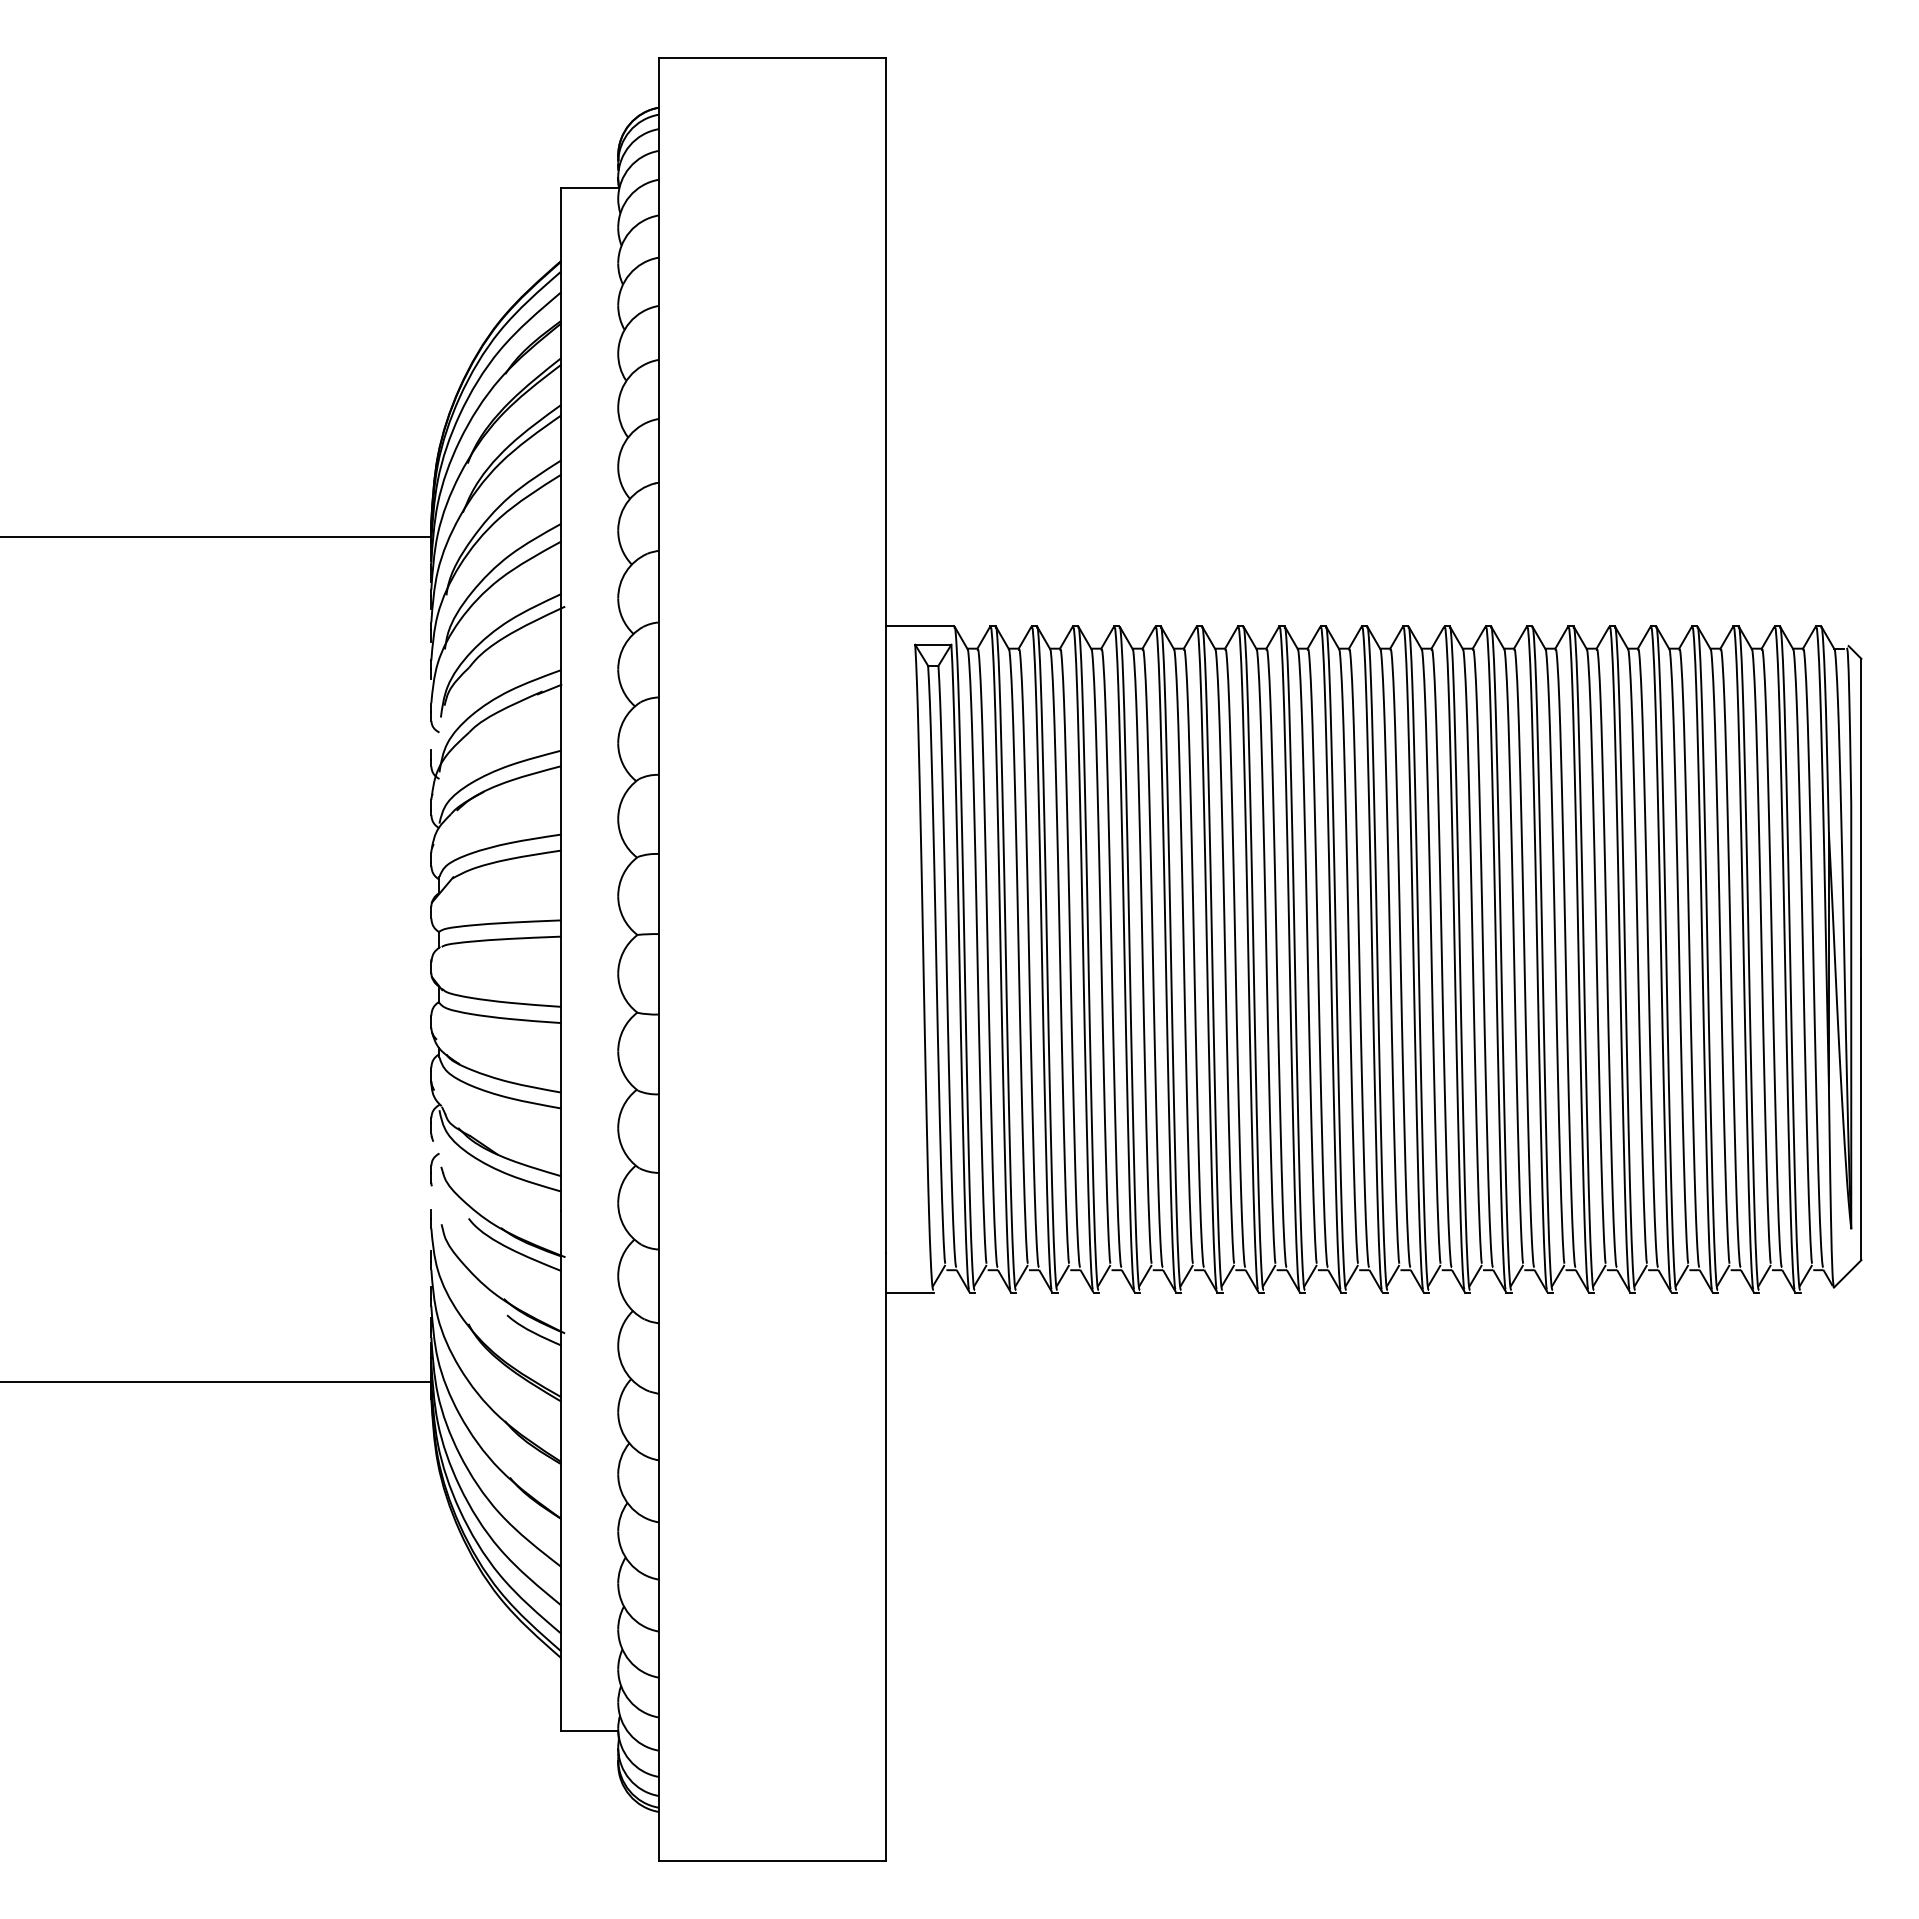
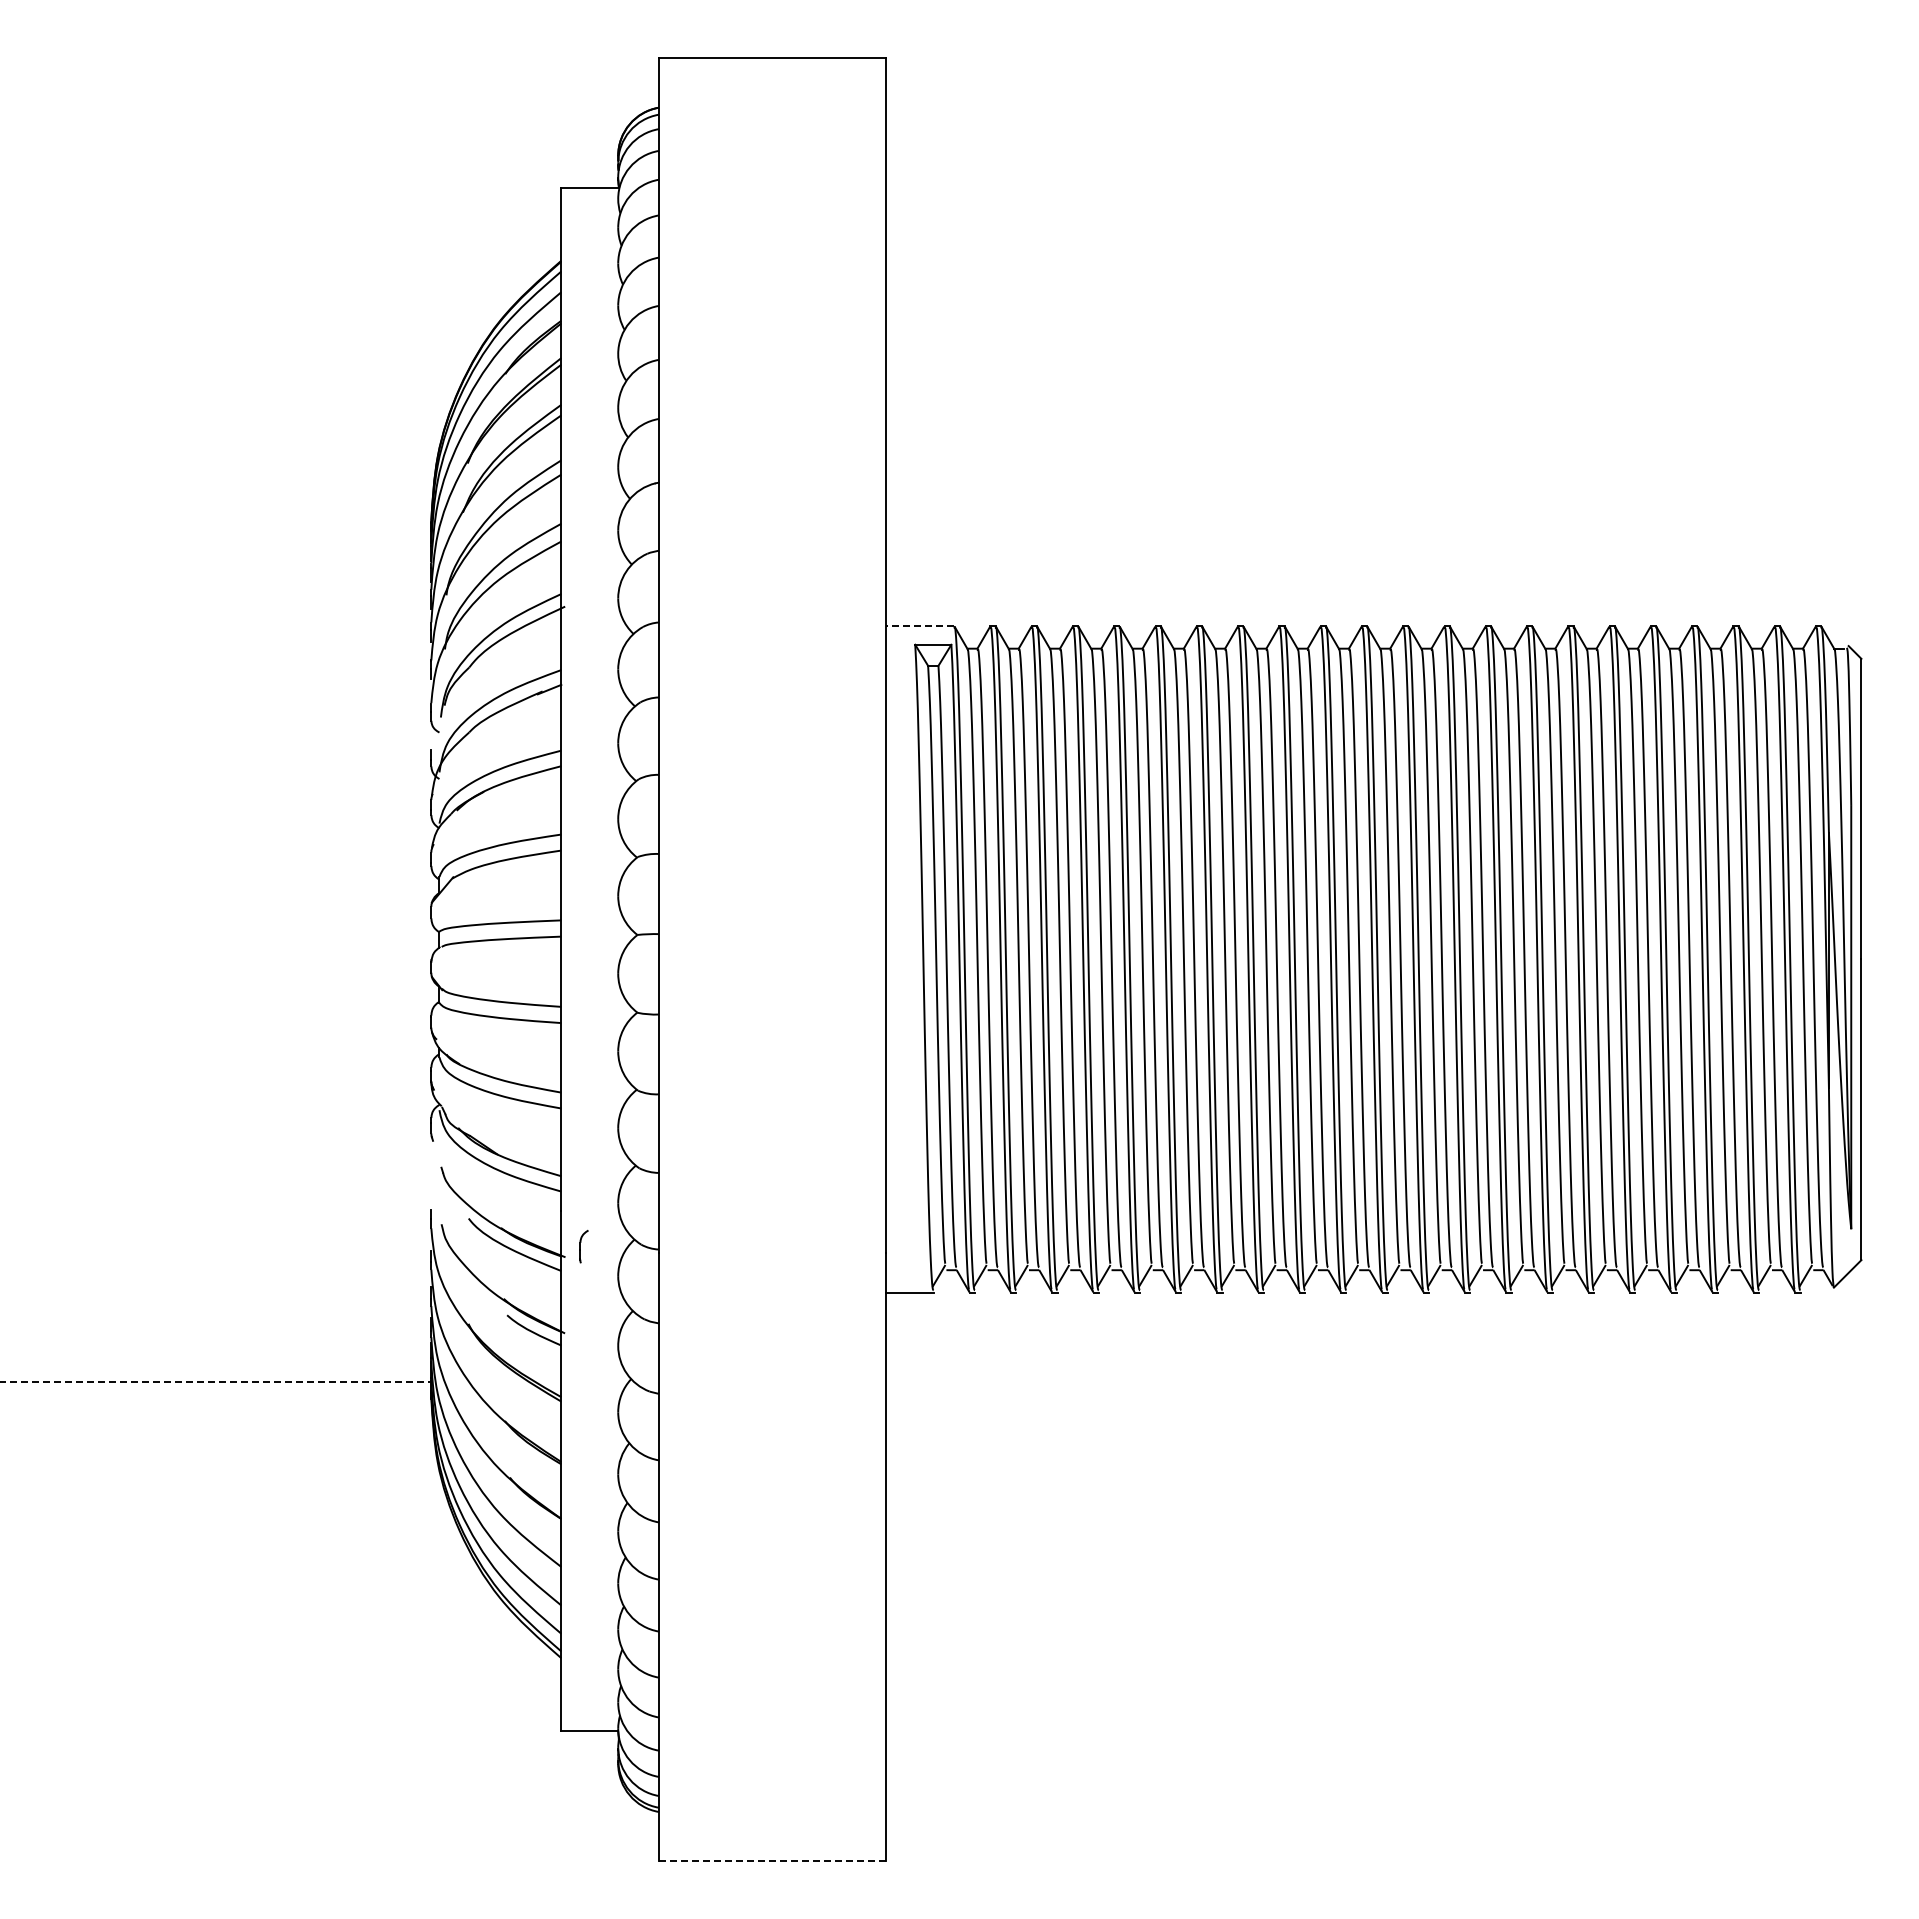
line at (216, 536): present -> none
line at (920, 626): solid -> dashed
part at (434, 1169) position: (434, 1169) -> (583, 1246)
line at (215, 1382): solid -> dashed
line at (772, 1861): solid -> dashed
